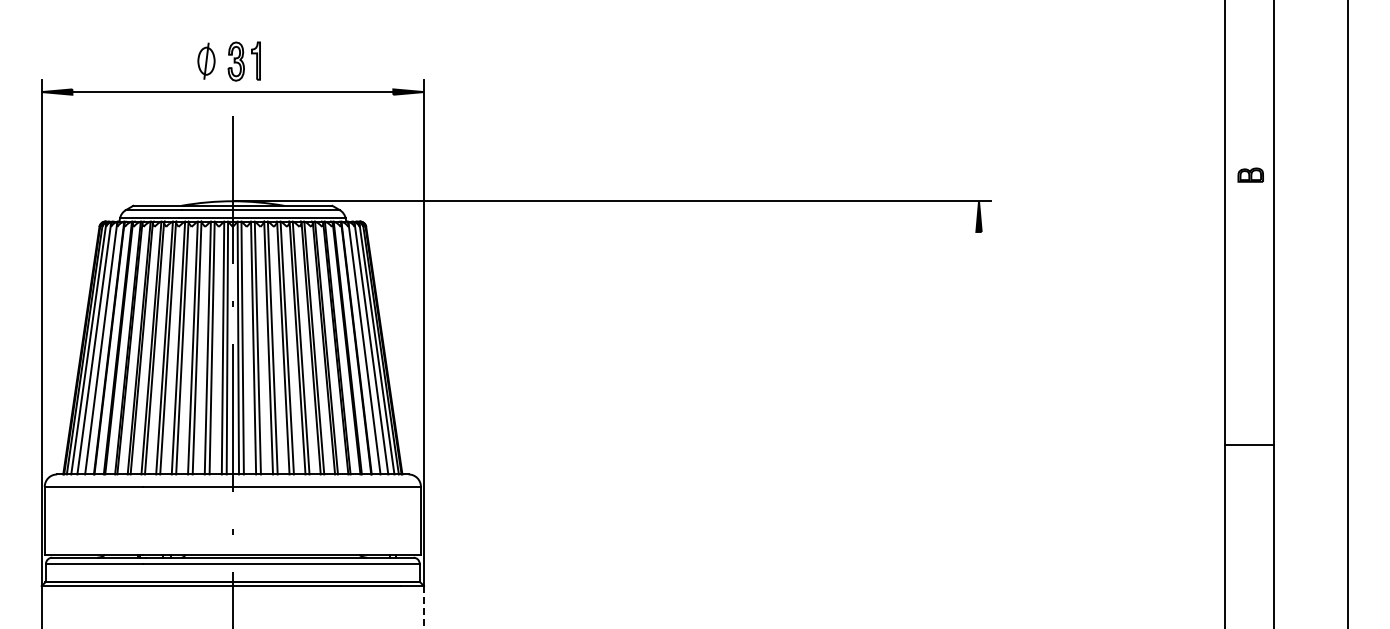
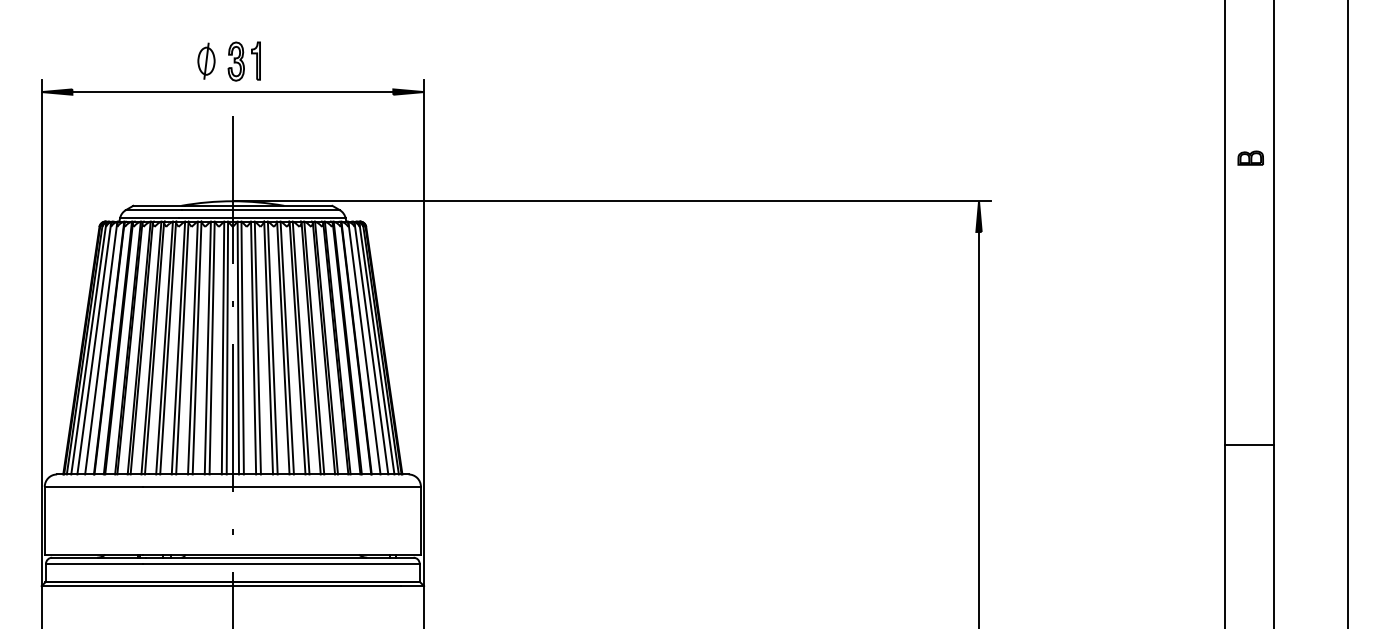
part at (1250, 174) position: (1250, 174) -> (1250, 157)
line at (979, 428): none -> present
line at (424, 607): dashed -> solid
